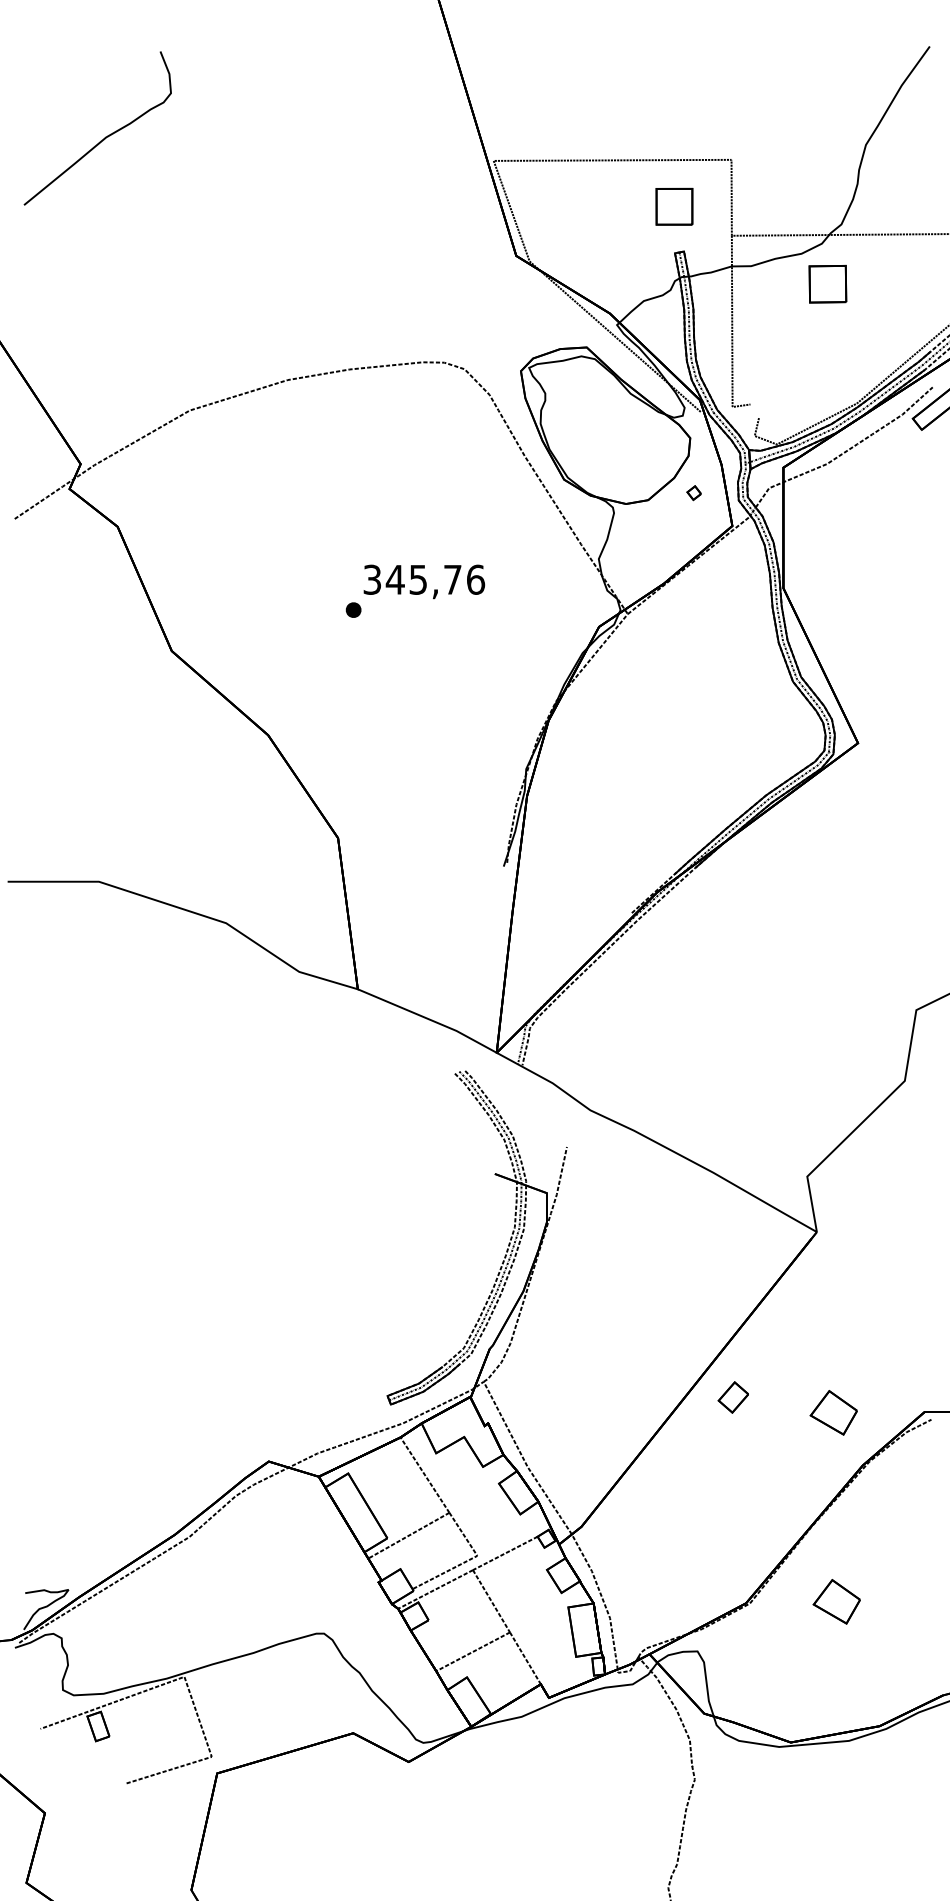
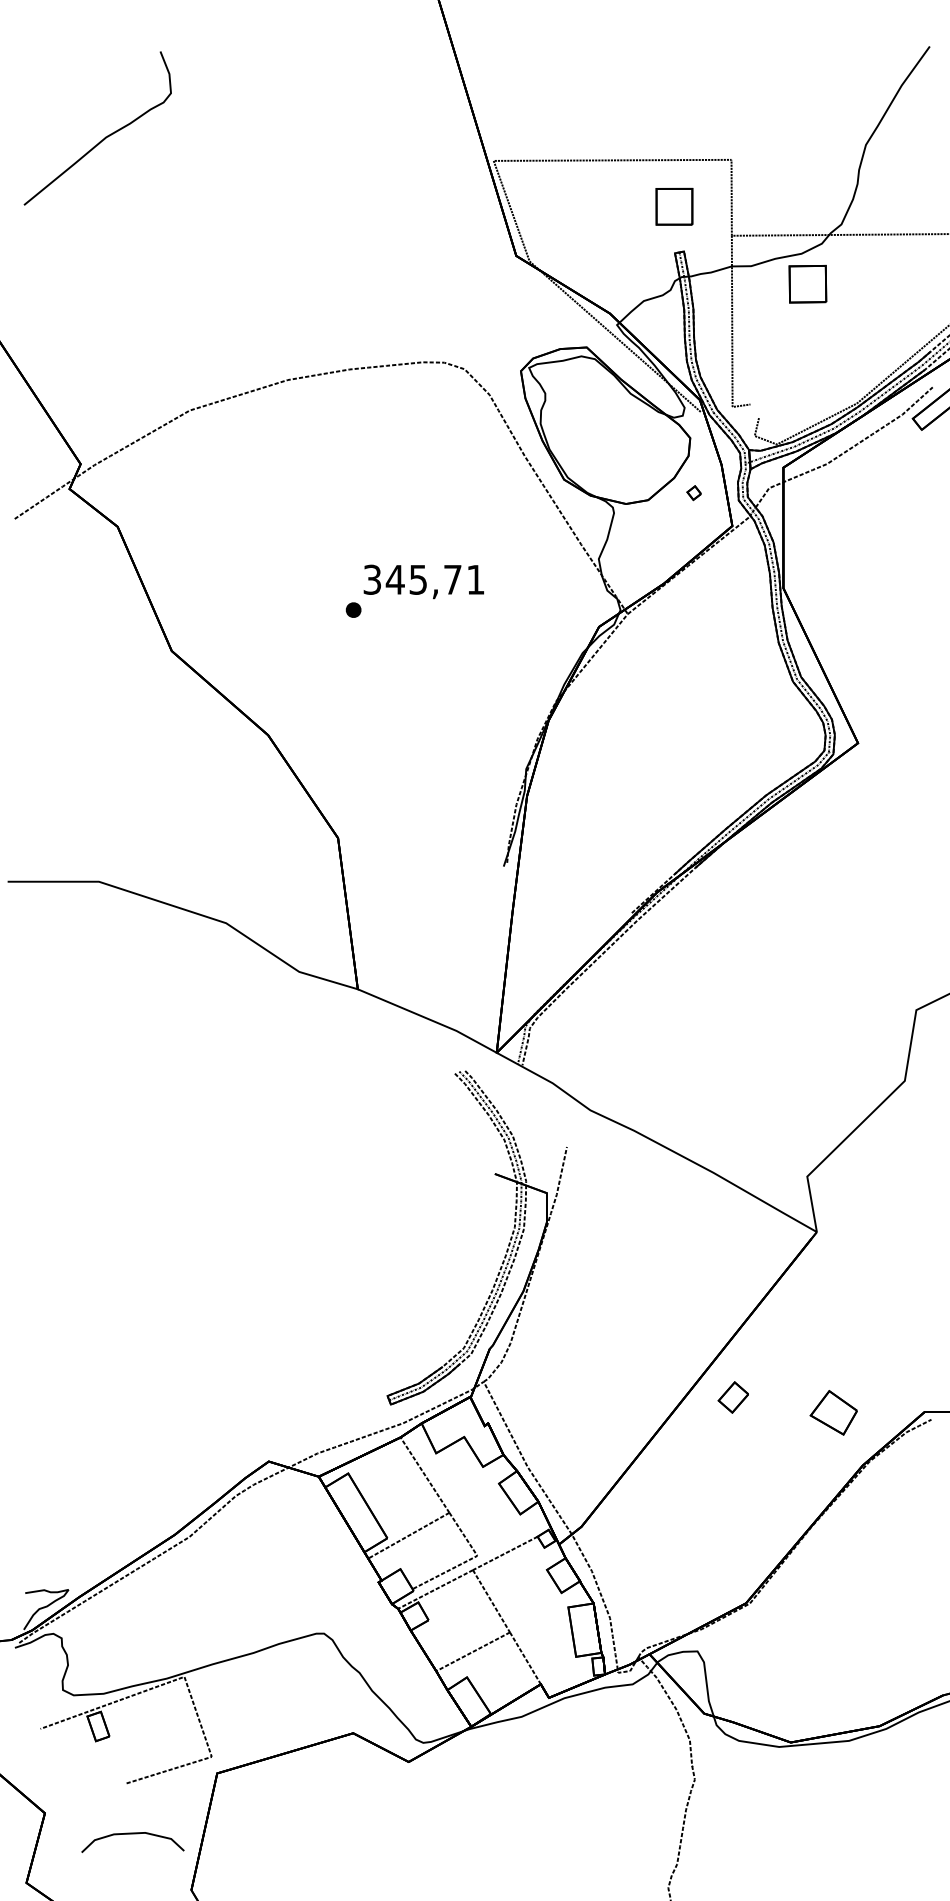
part at (827, 284) position: (827, 284) -> (807, 284)
text at (476, 579): 345,76 -> 345,71
part at (836, 1601): present -> none
part at (132, 1834): none -> present
